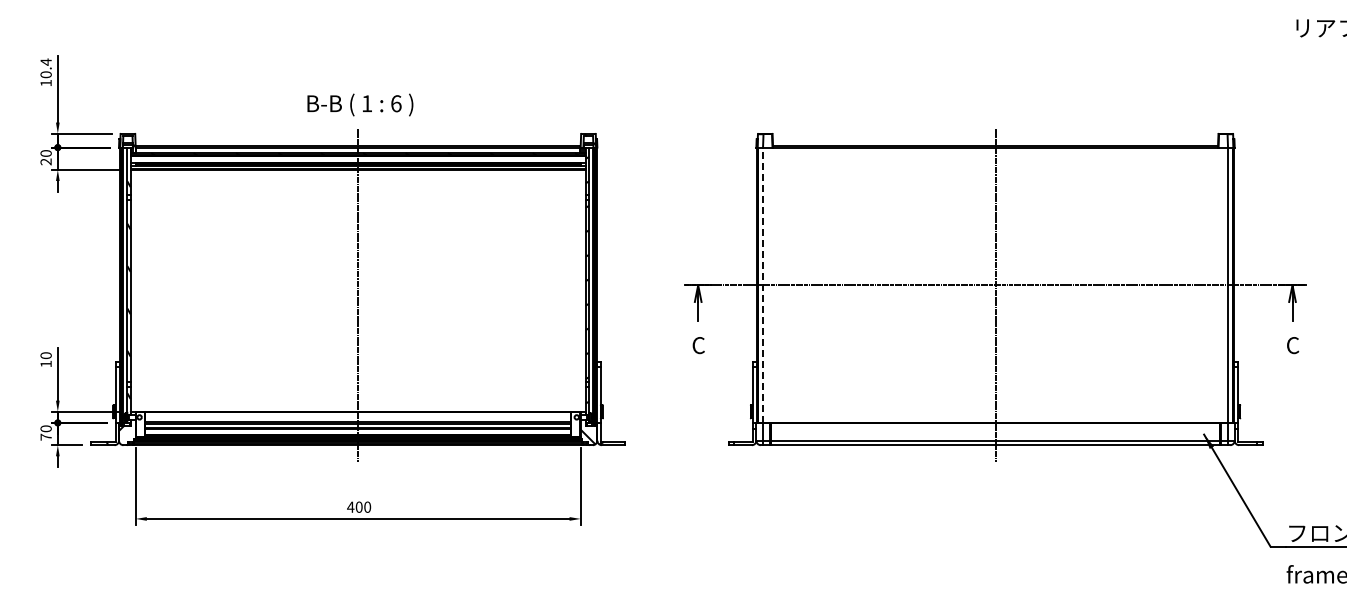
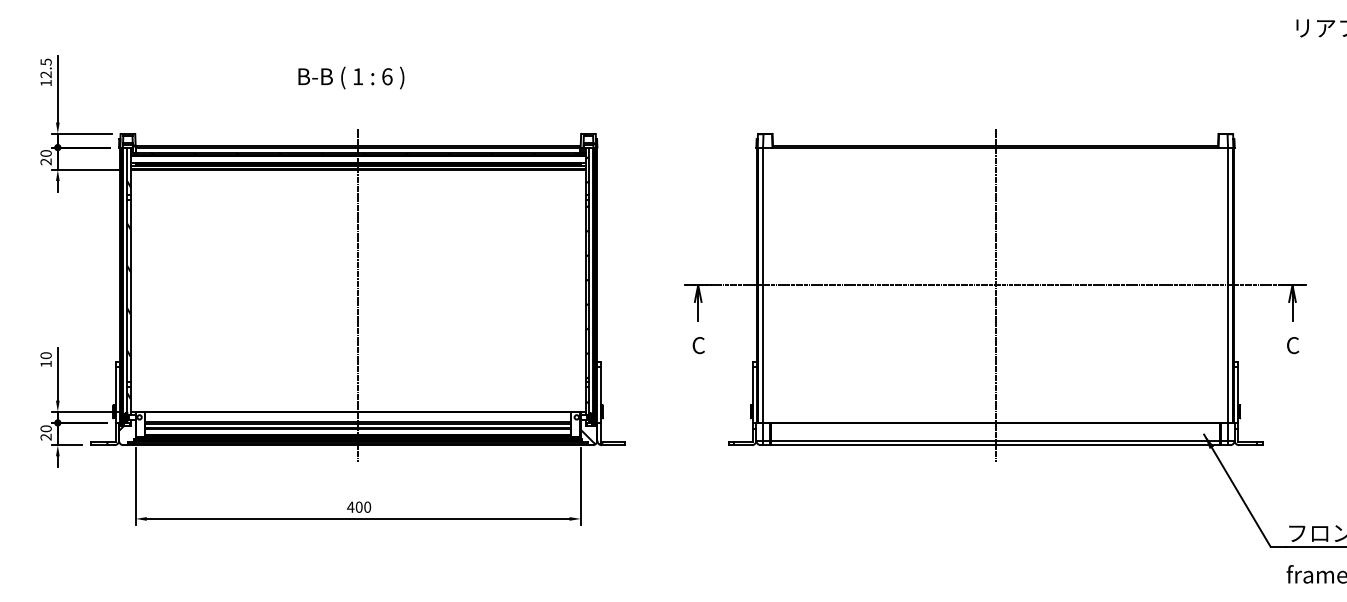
text at (45, 68): 10.4 -> 12.5
text at (360, 104) position: (360, 104) -> (351, 77)
line at (763, 285): dashed -> solid
text at (45, 436): 70 -> 20
